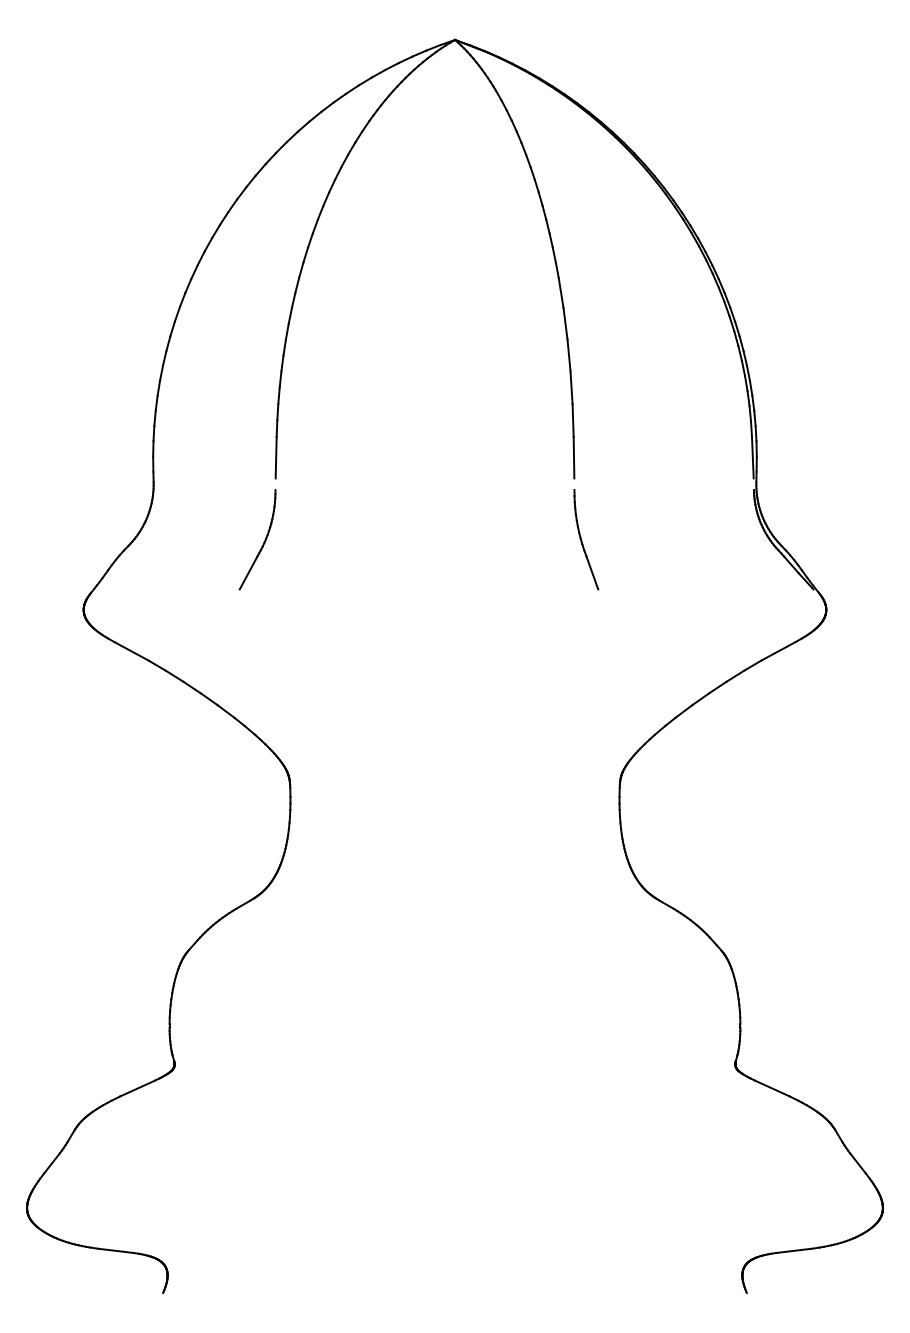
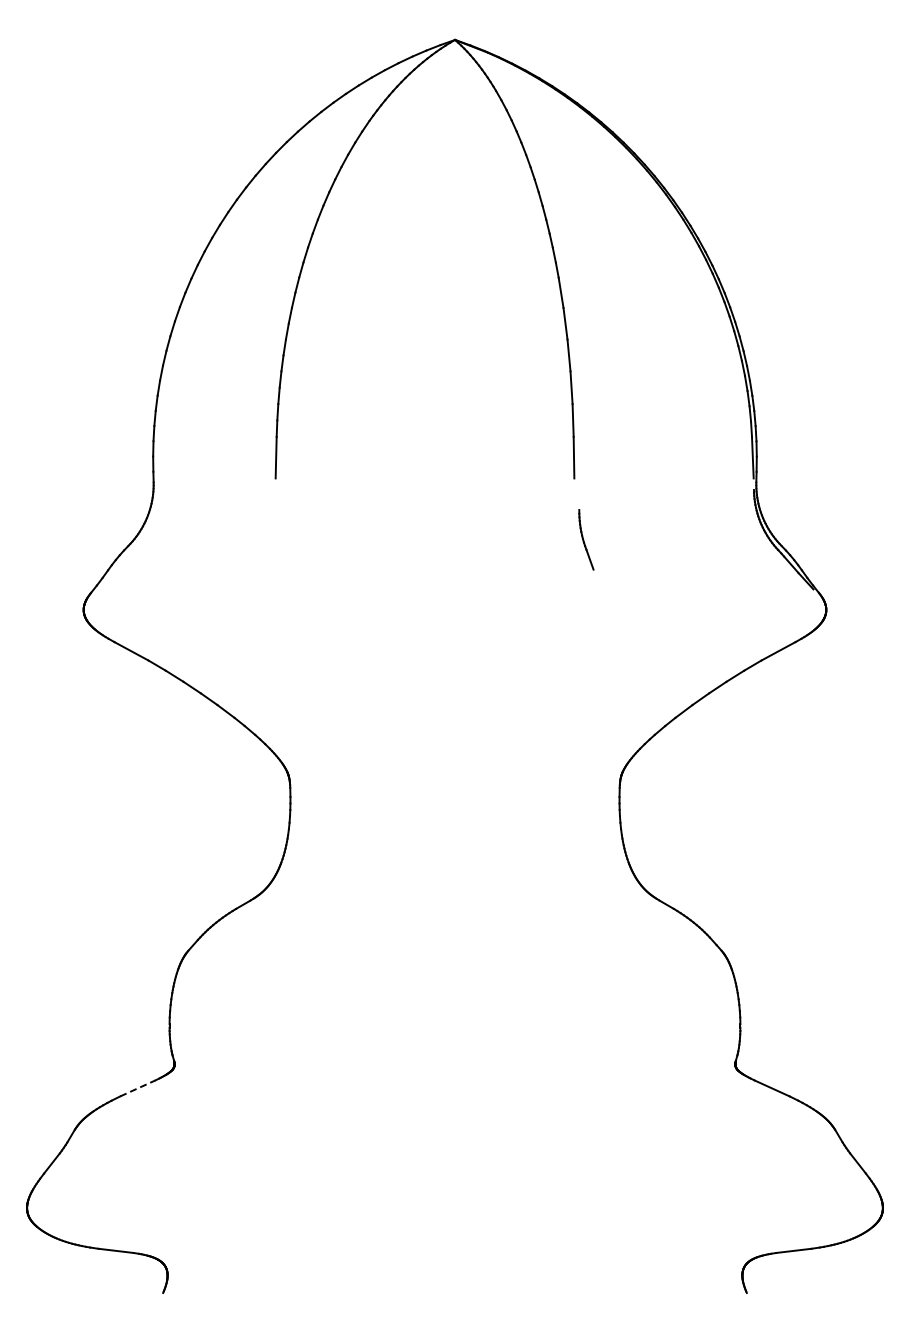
part at (586, 539) size: 27x102 px -> 17x62 px
part at (263, 541): present -> none
line at (138, 1088): solid -> dashed
